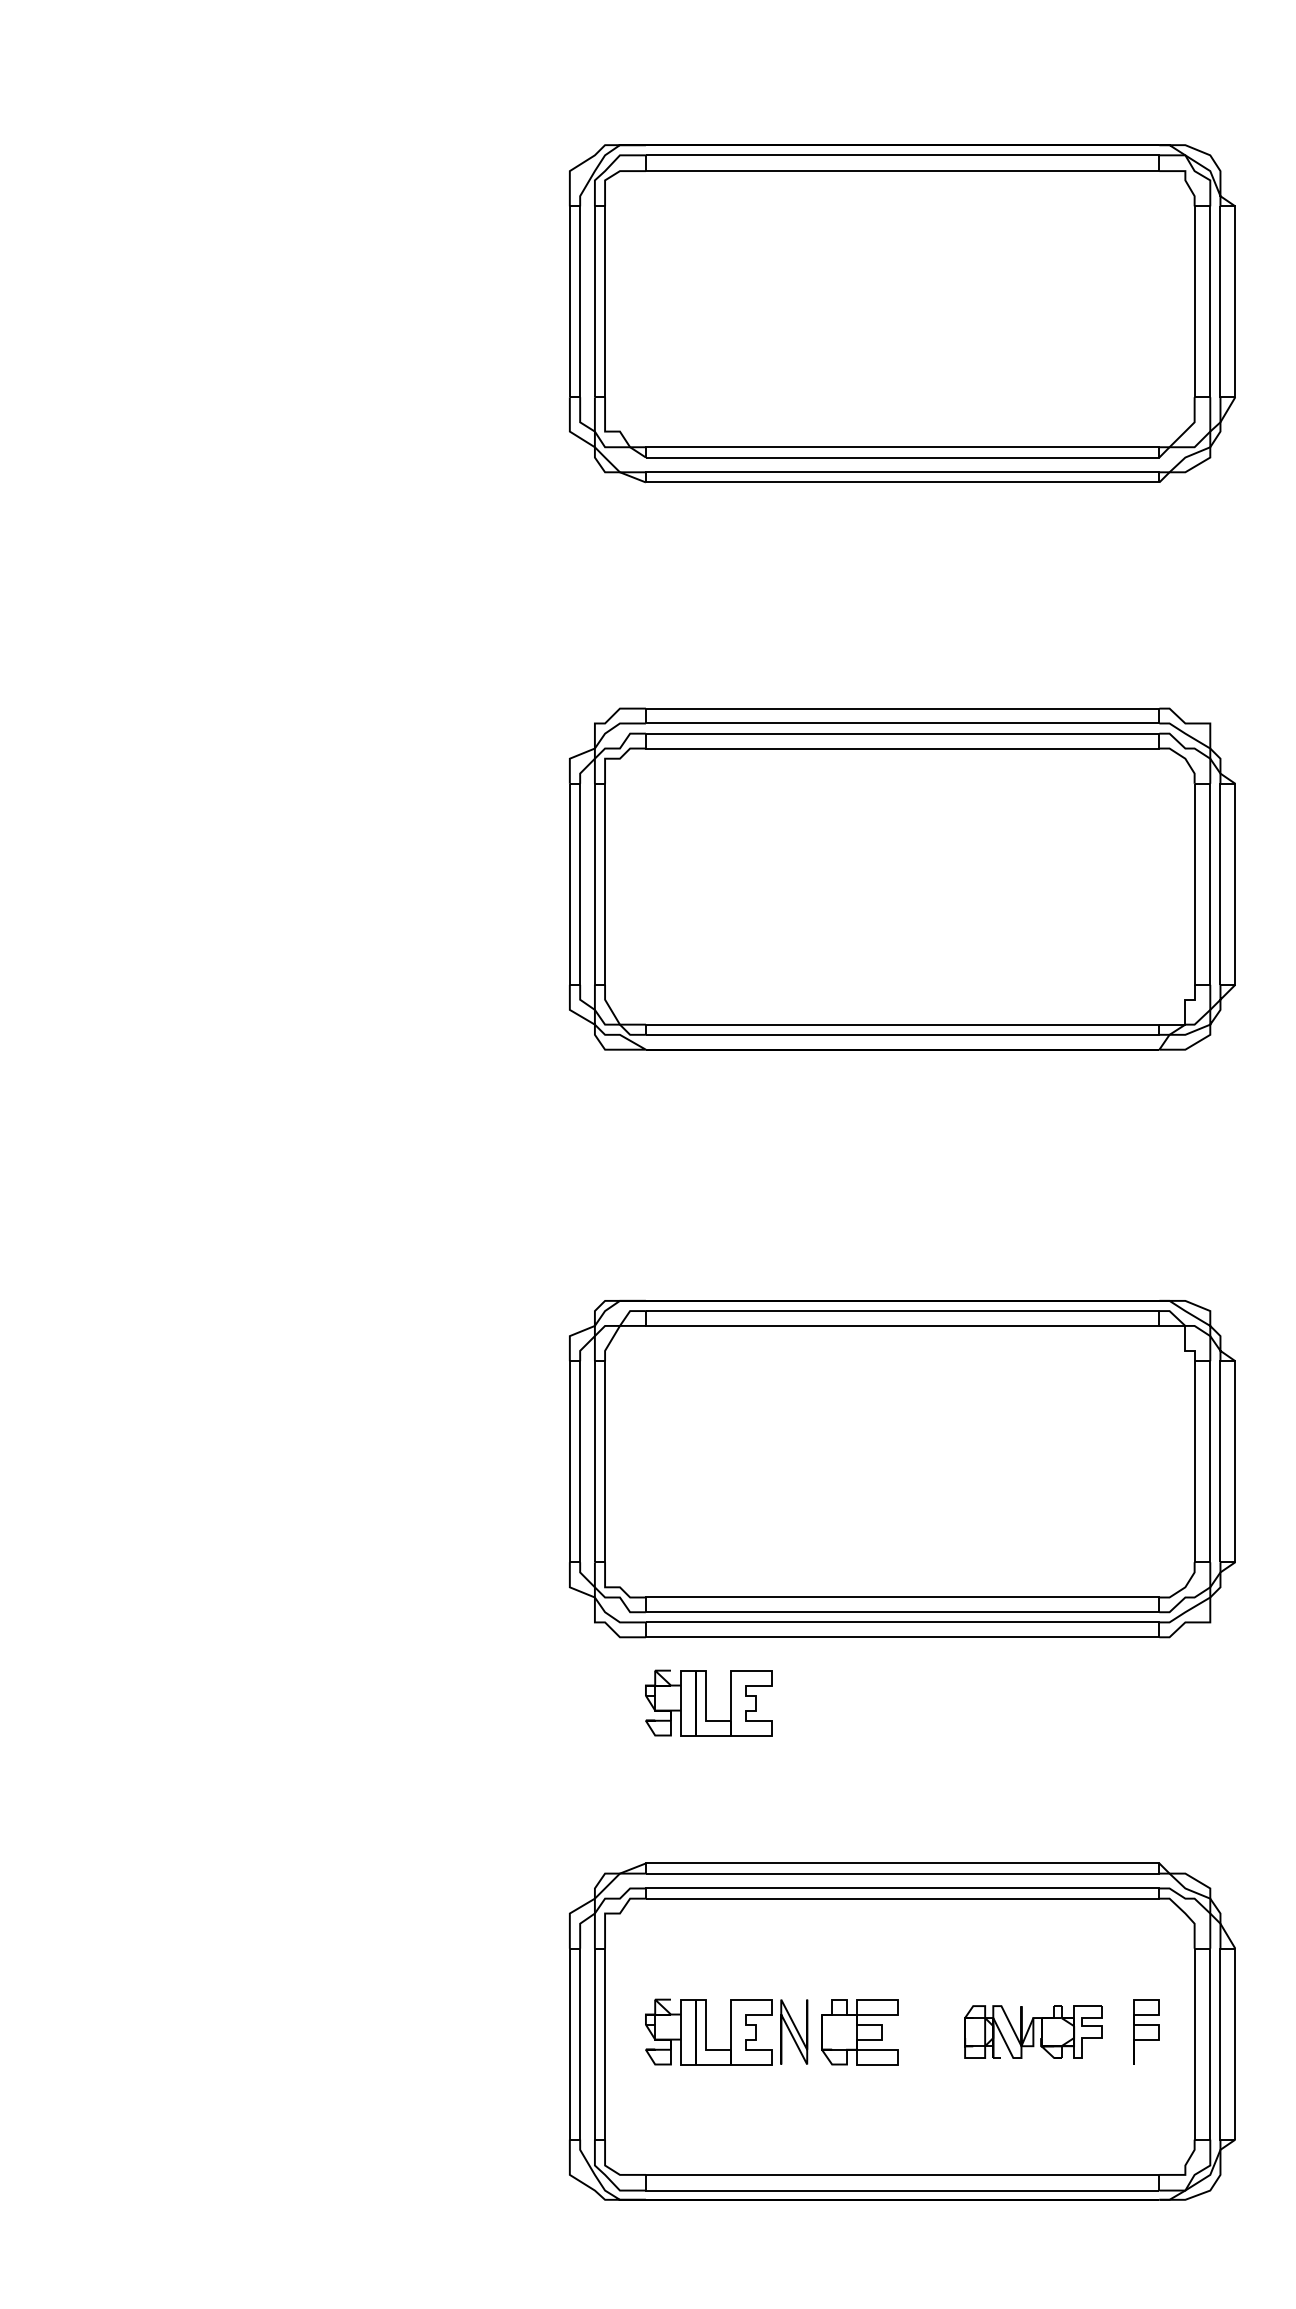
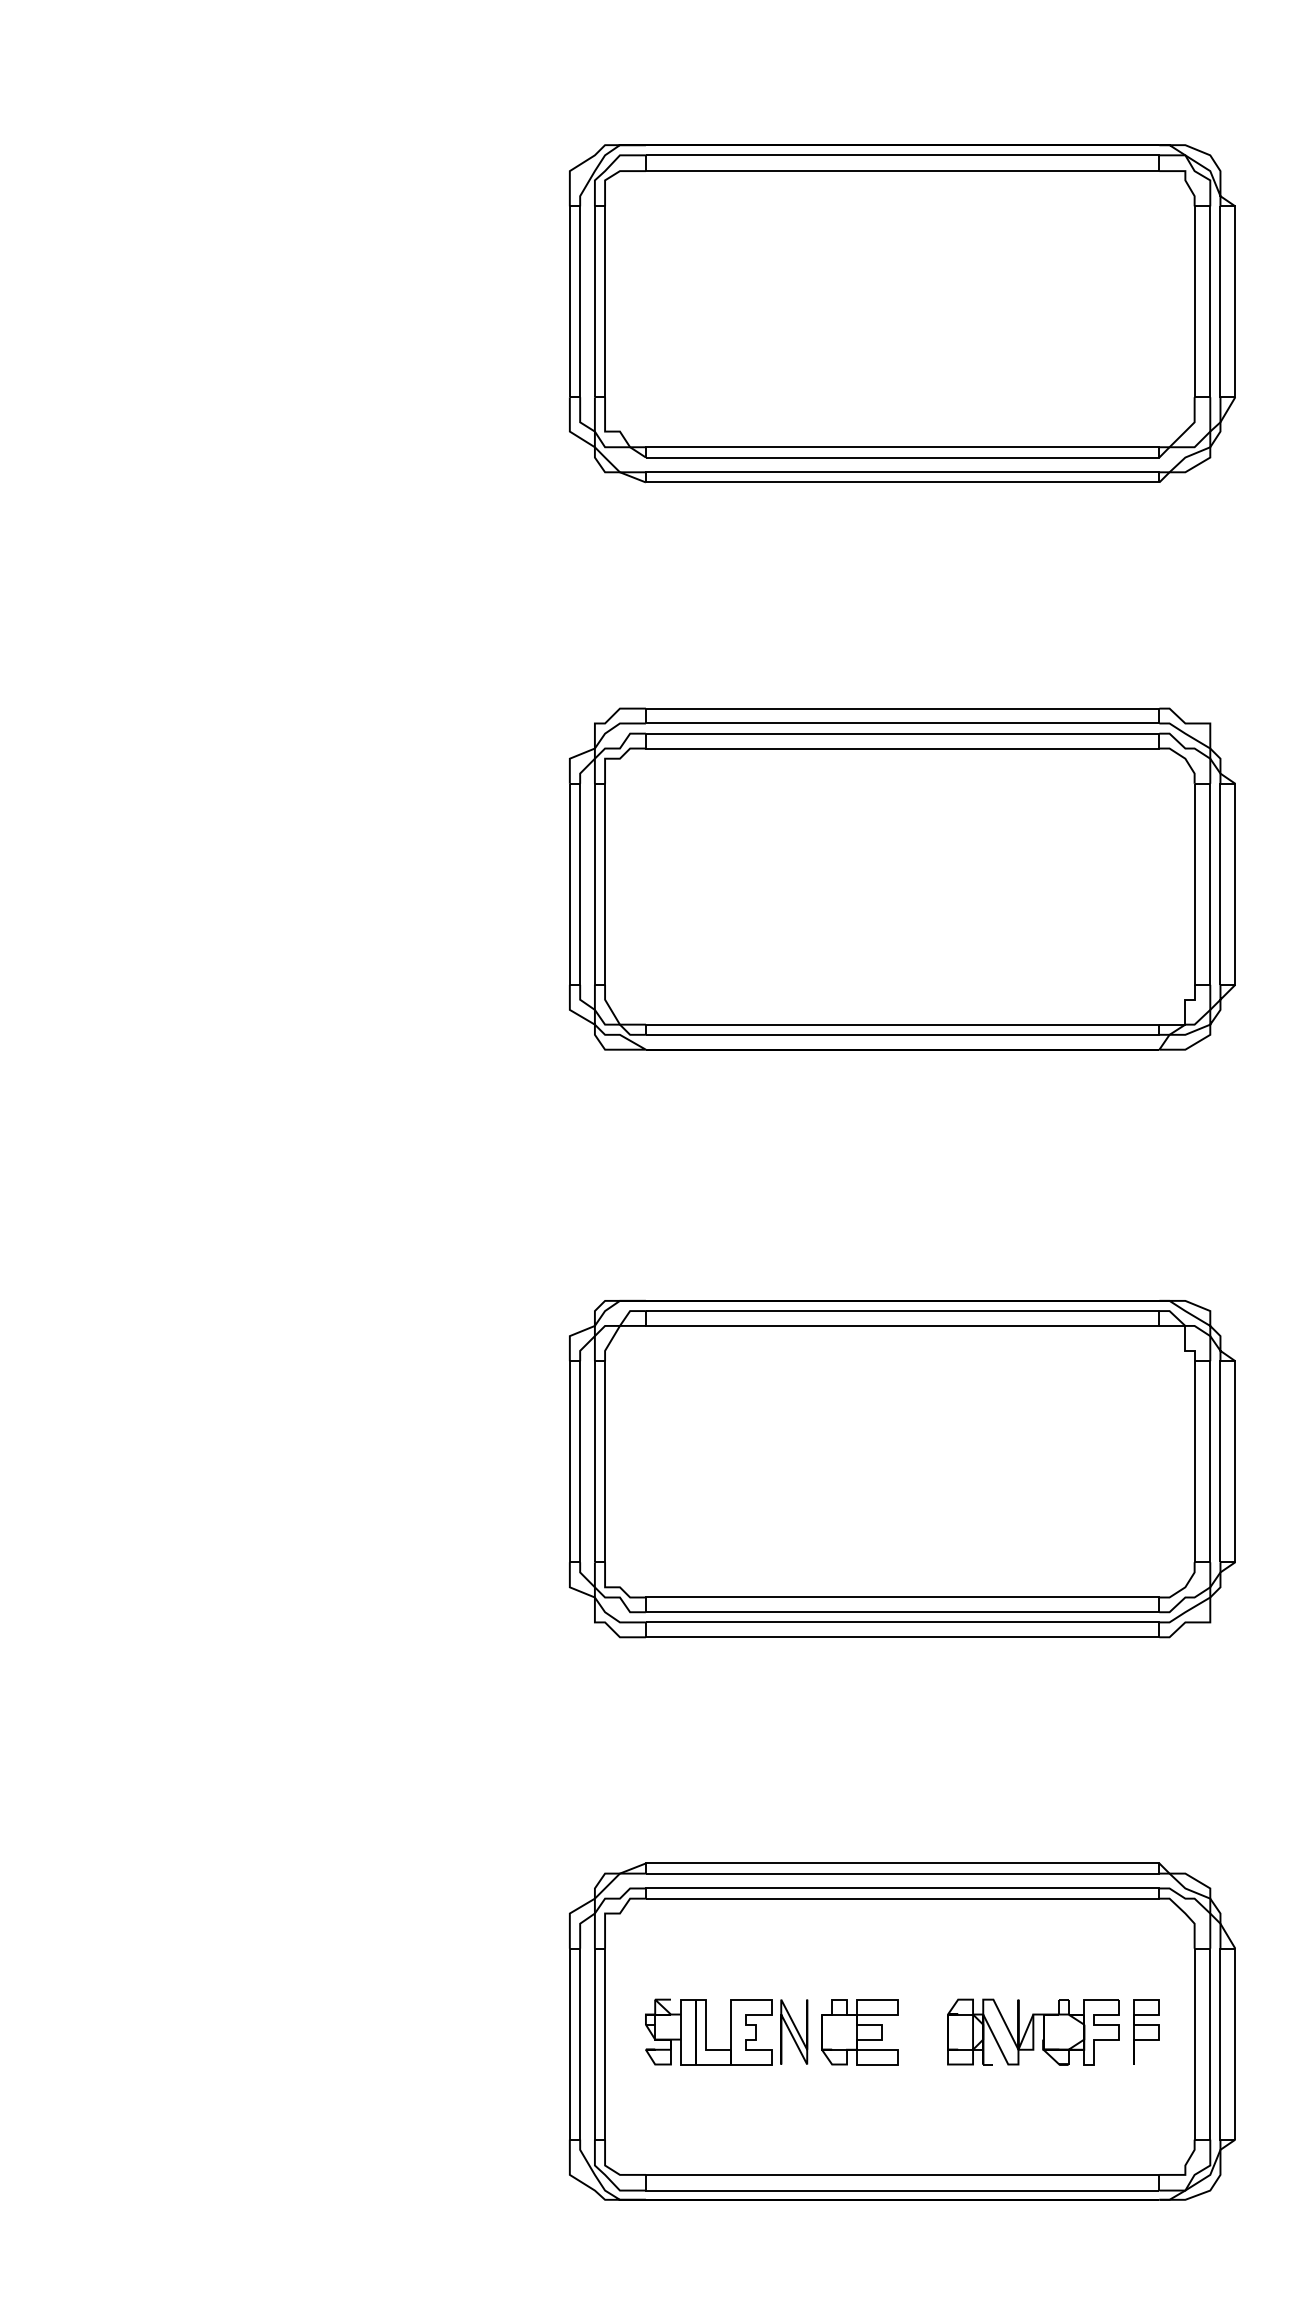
part at (708, 1702): present -> none
part at (1033, 2031) size: 139x54 px -> 173x68 px
